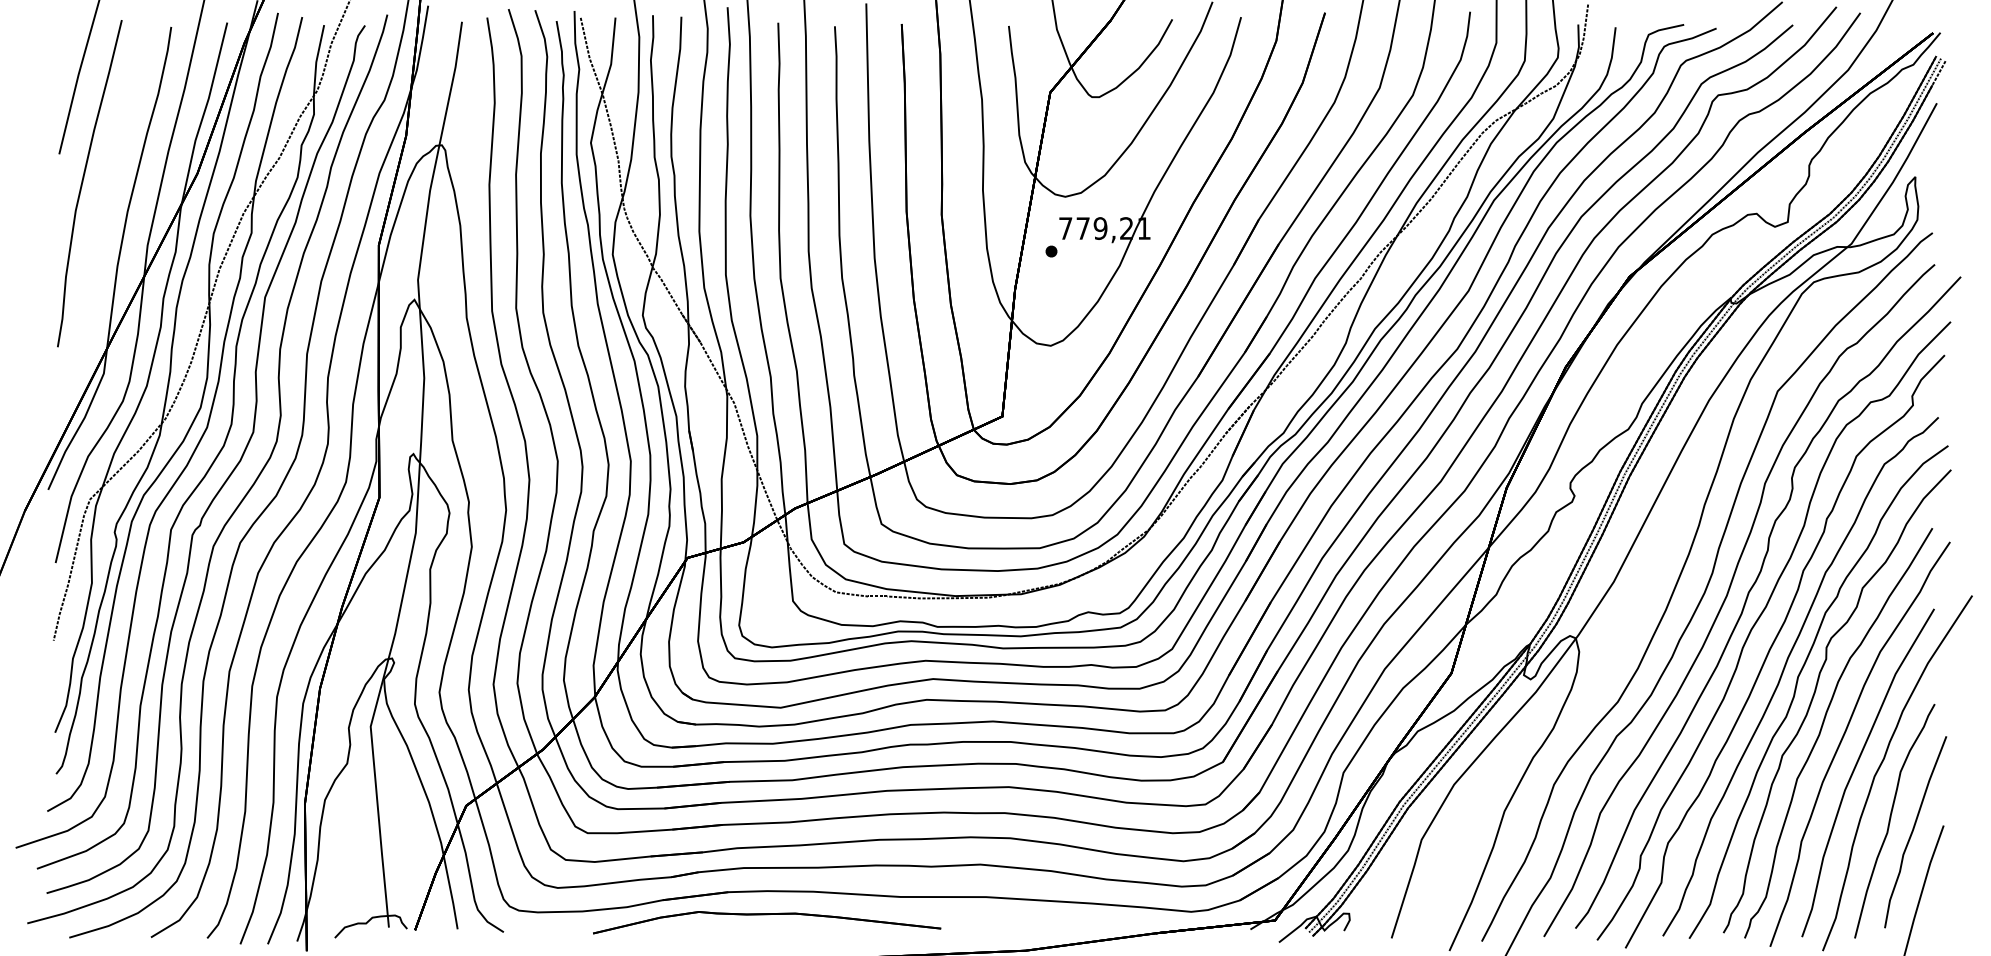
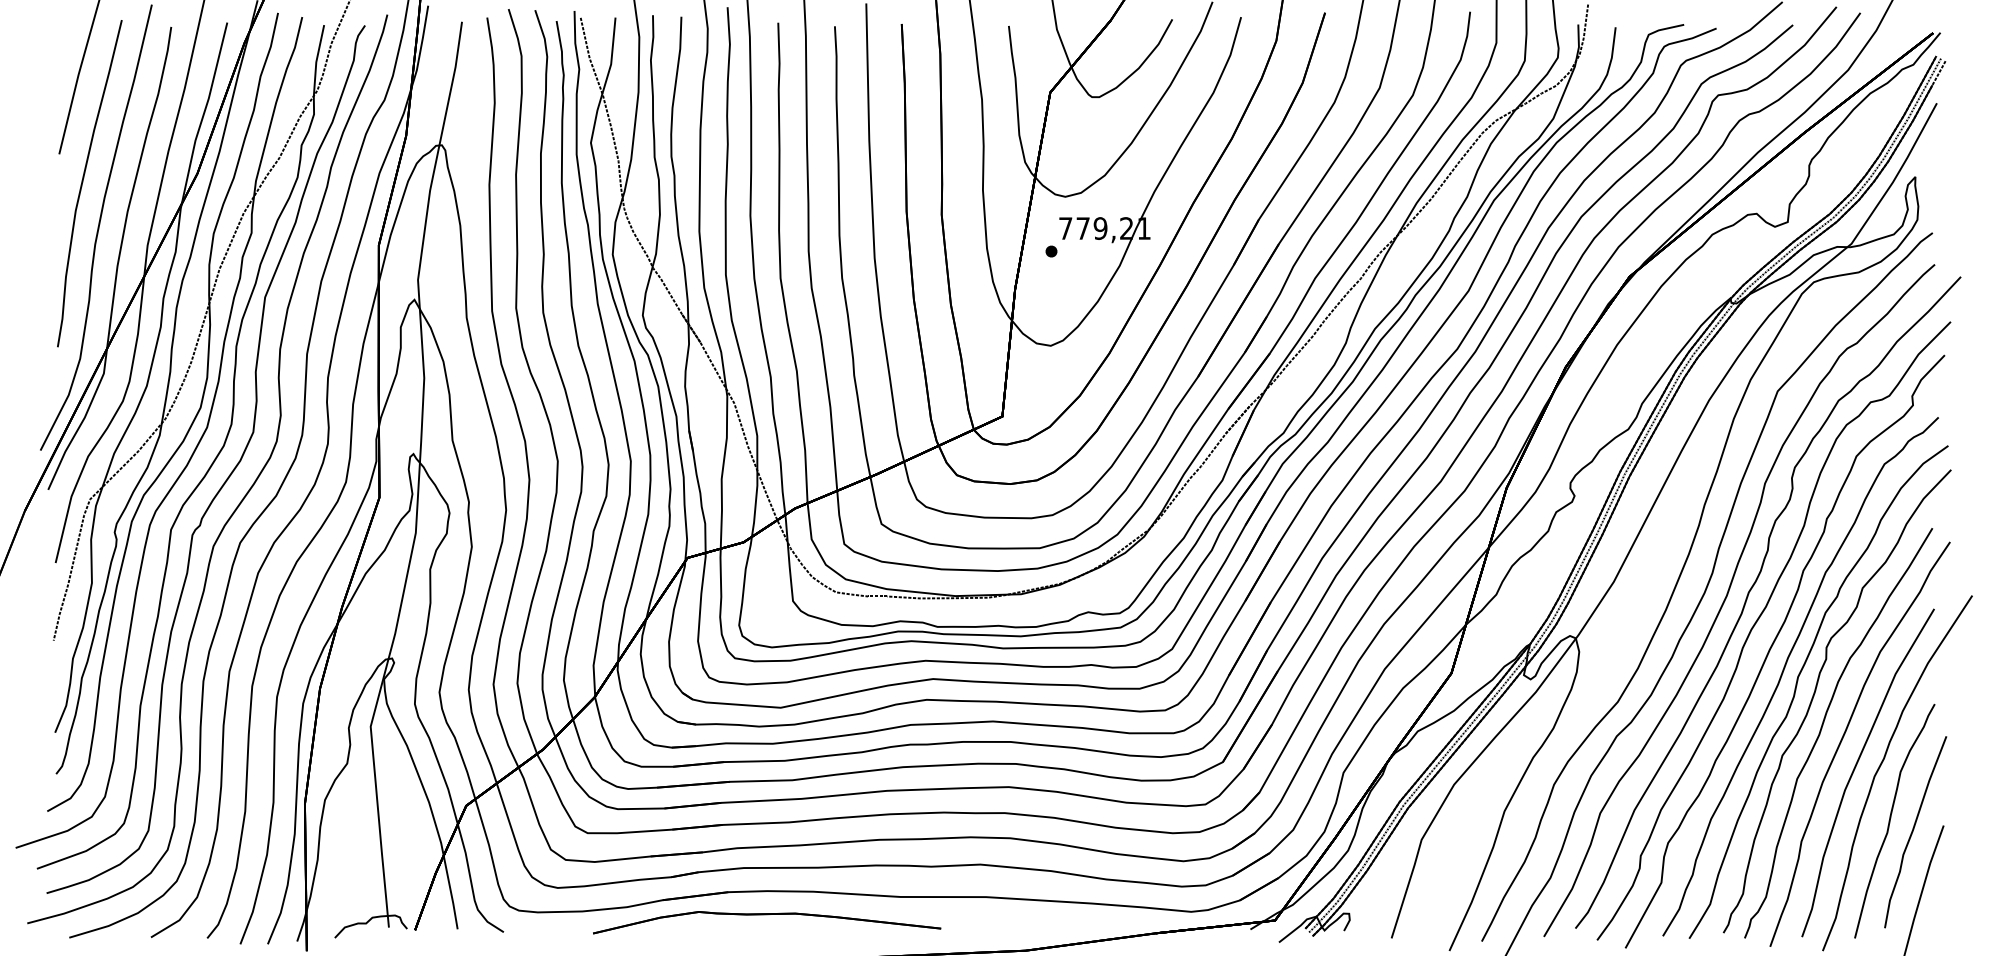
curve at (97, 227): none -> present
